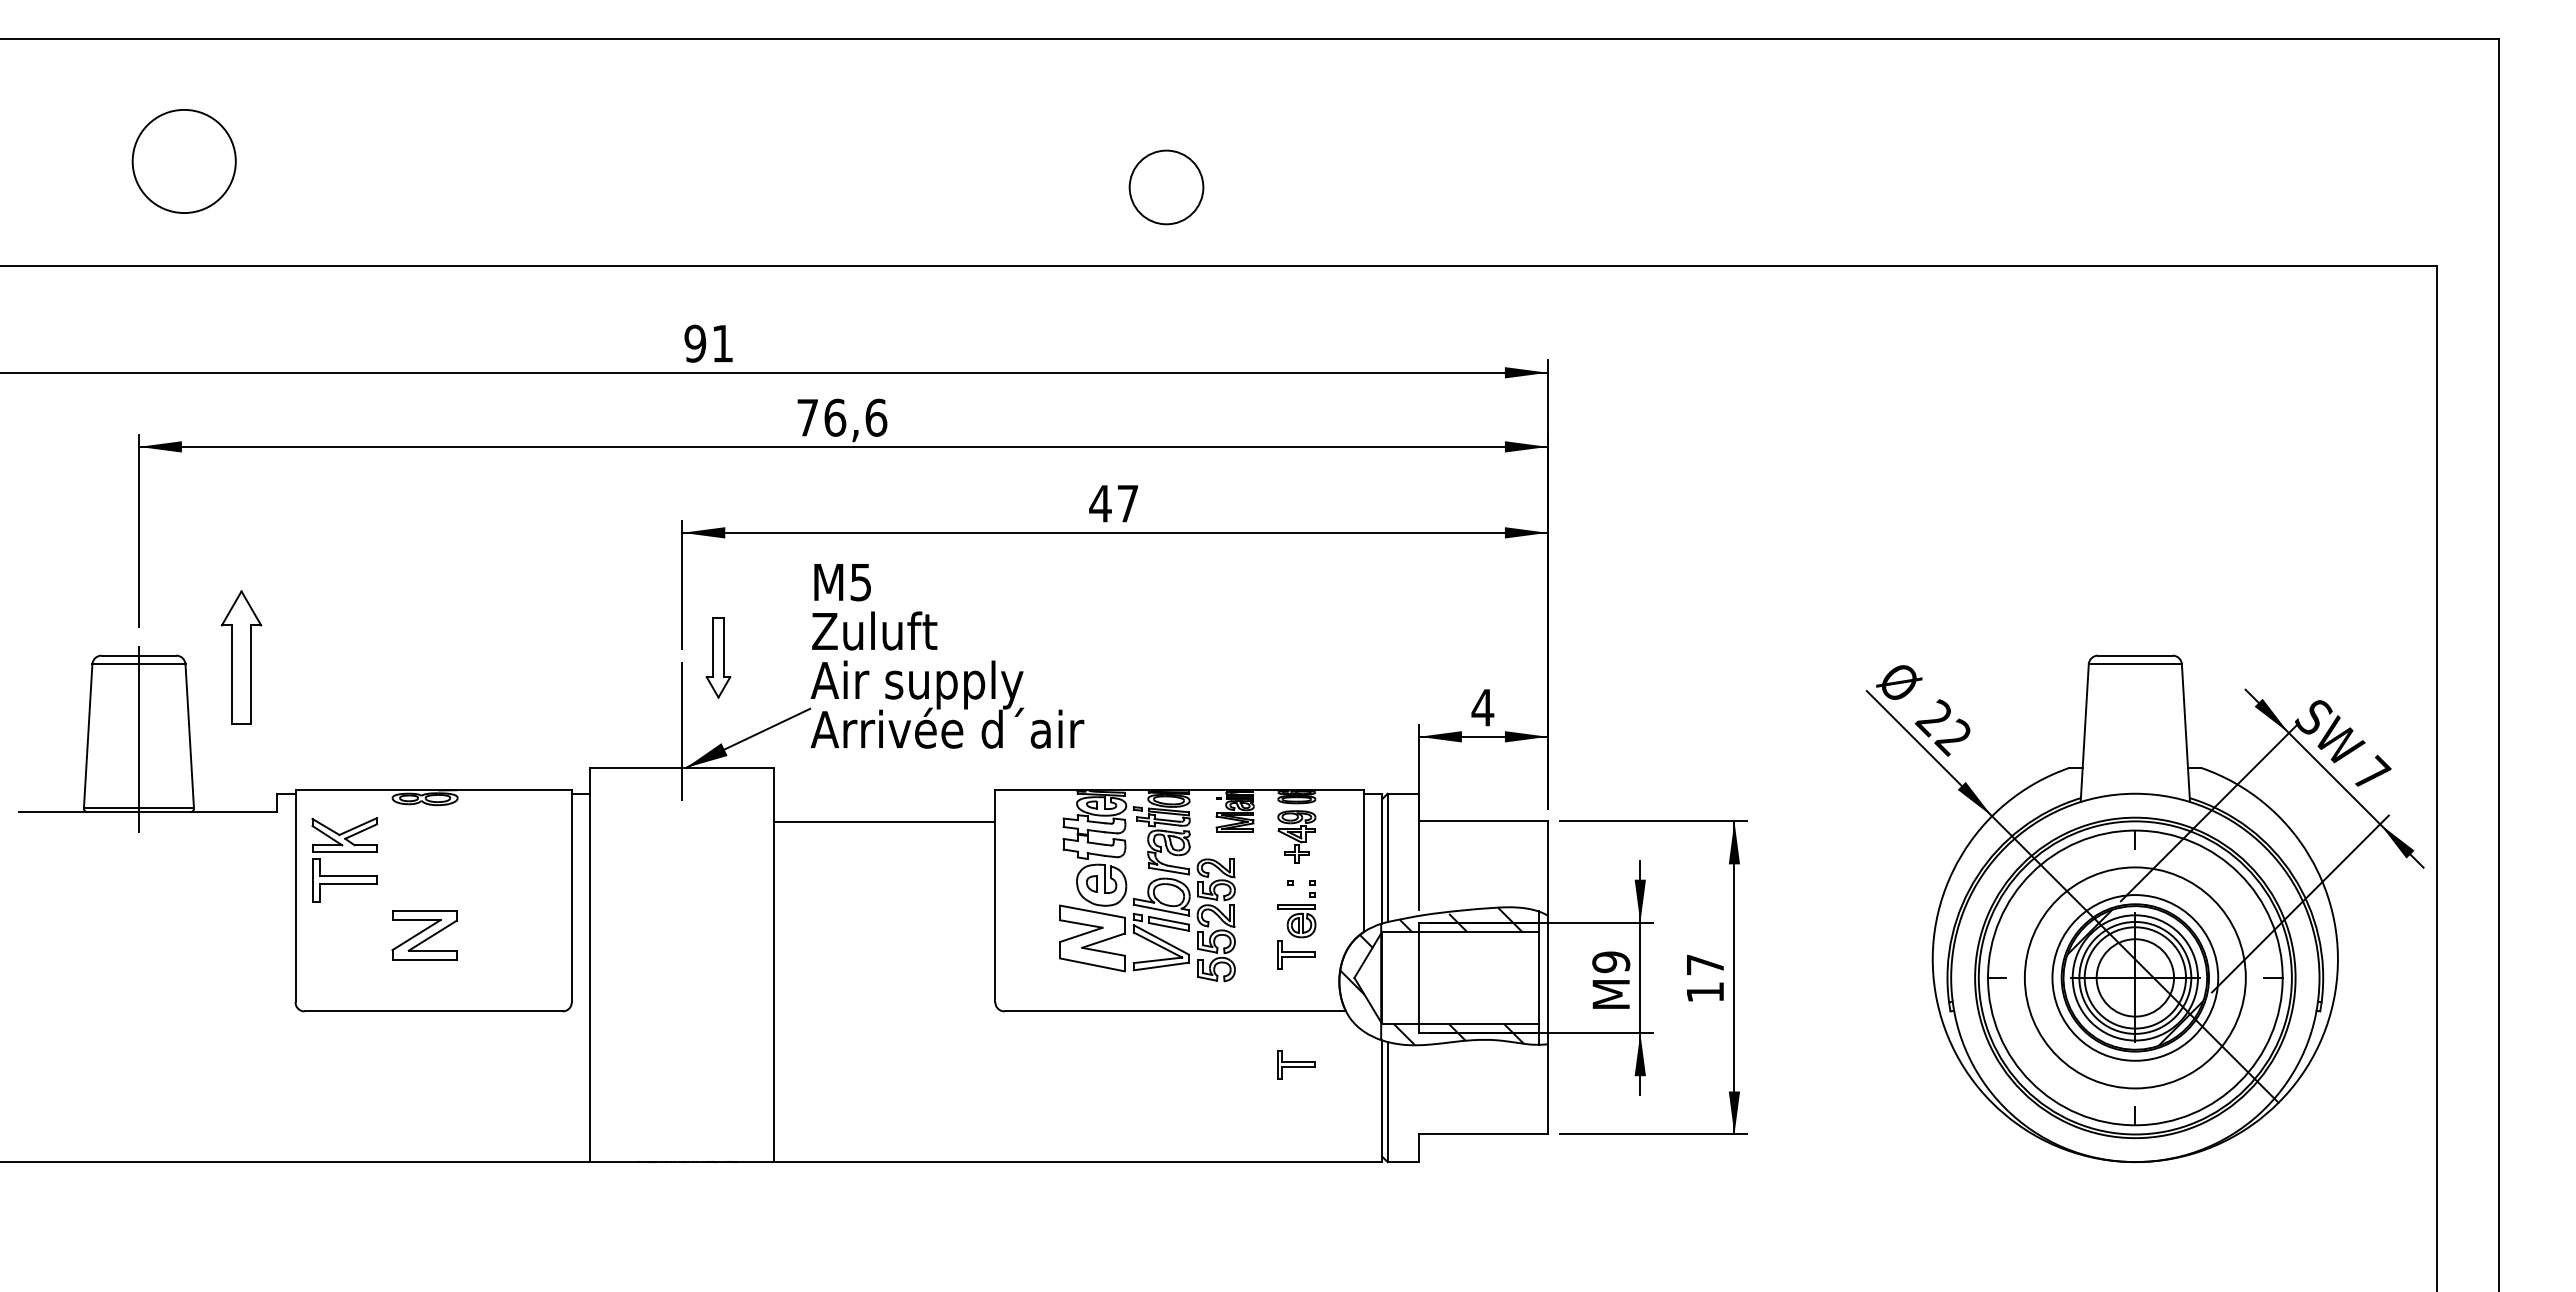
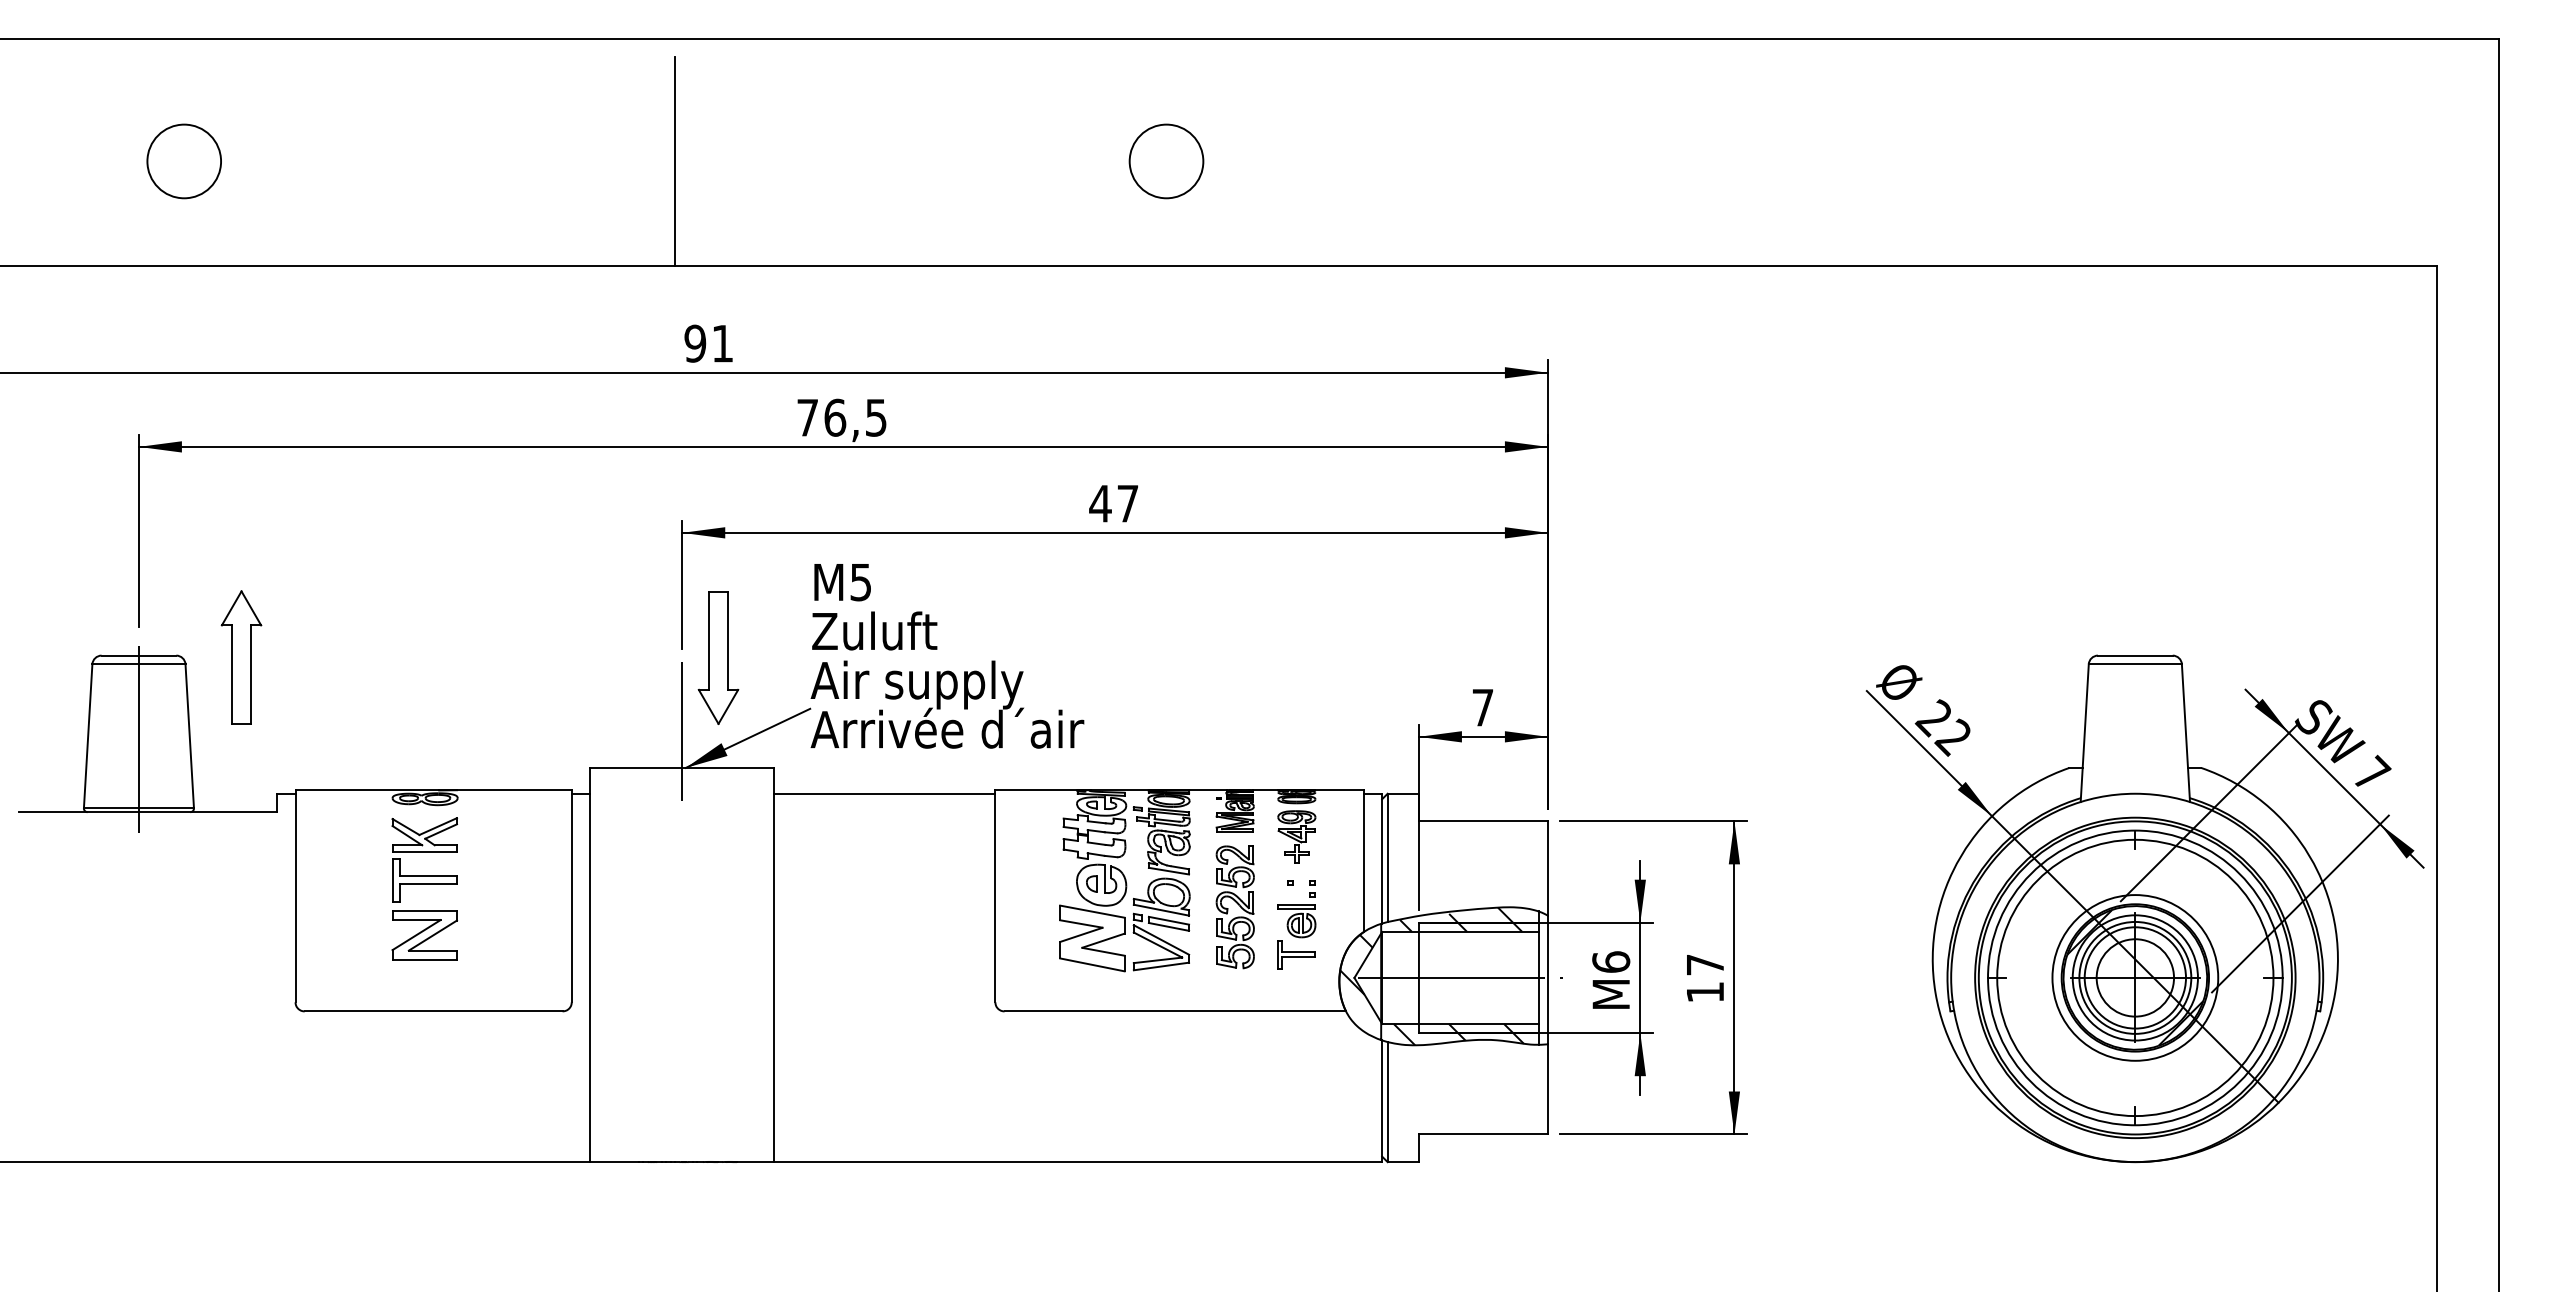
circle at (183, 161) diameter: 103 px -> 74 px
line at (675, 161): none -> present
circle at (1166, 187) position: (1166, 187) -> (1166, 161)
text at (876, 417): 76,6 -> 76,5
part at (718, 657) size: 27x82 px -> 43x134 px
text at (1482, 707): 4 -> 7
line at (884, 821) position: (884, 821) -> (884, 793)
part at (344, 852) position: (344, 852) -> (424, 852)
part at (1215, 920) position: (1215, 920) -> (1234, 907)
text at (1611, 962): M9 -> M6
line at (1460, 977): none -> present
circle at (2134, 977) diameter: 221 px -> 276 px
part at (1296, 1064): present -> none
